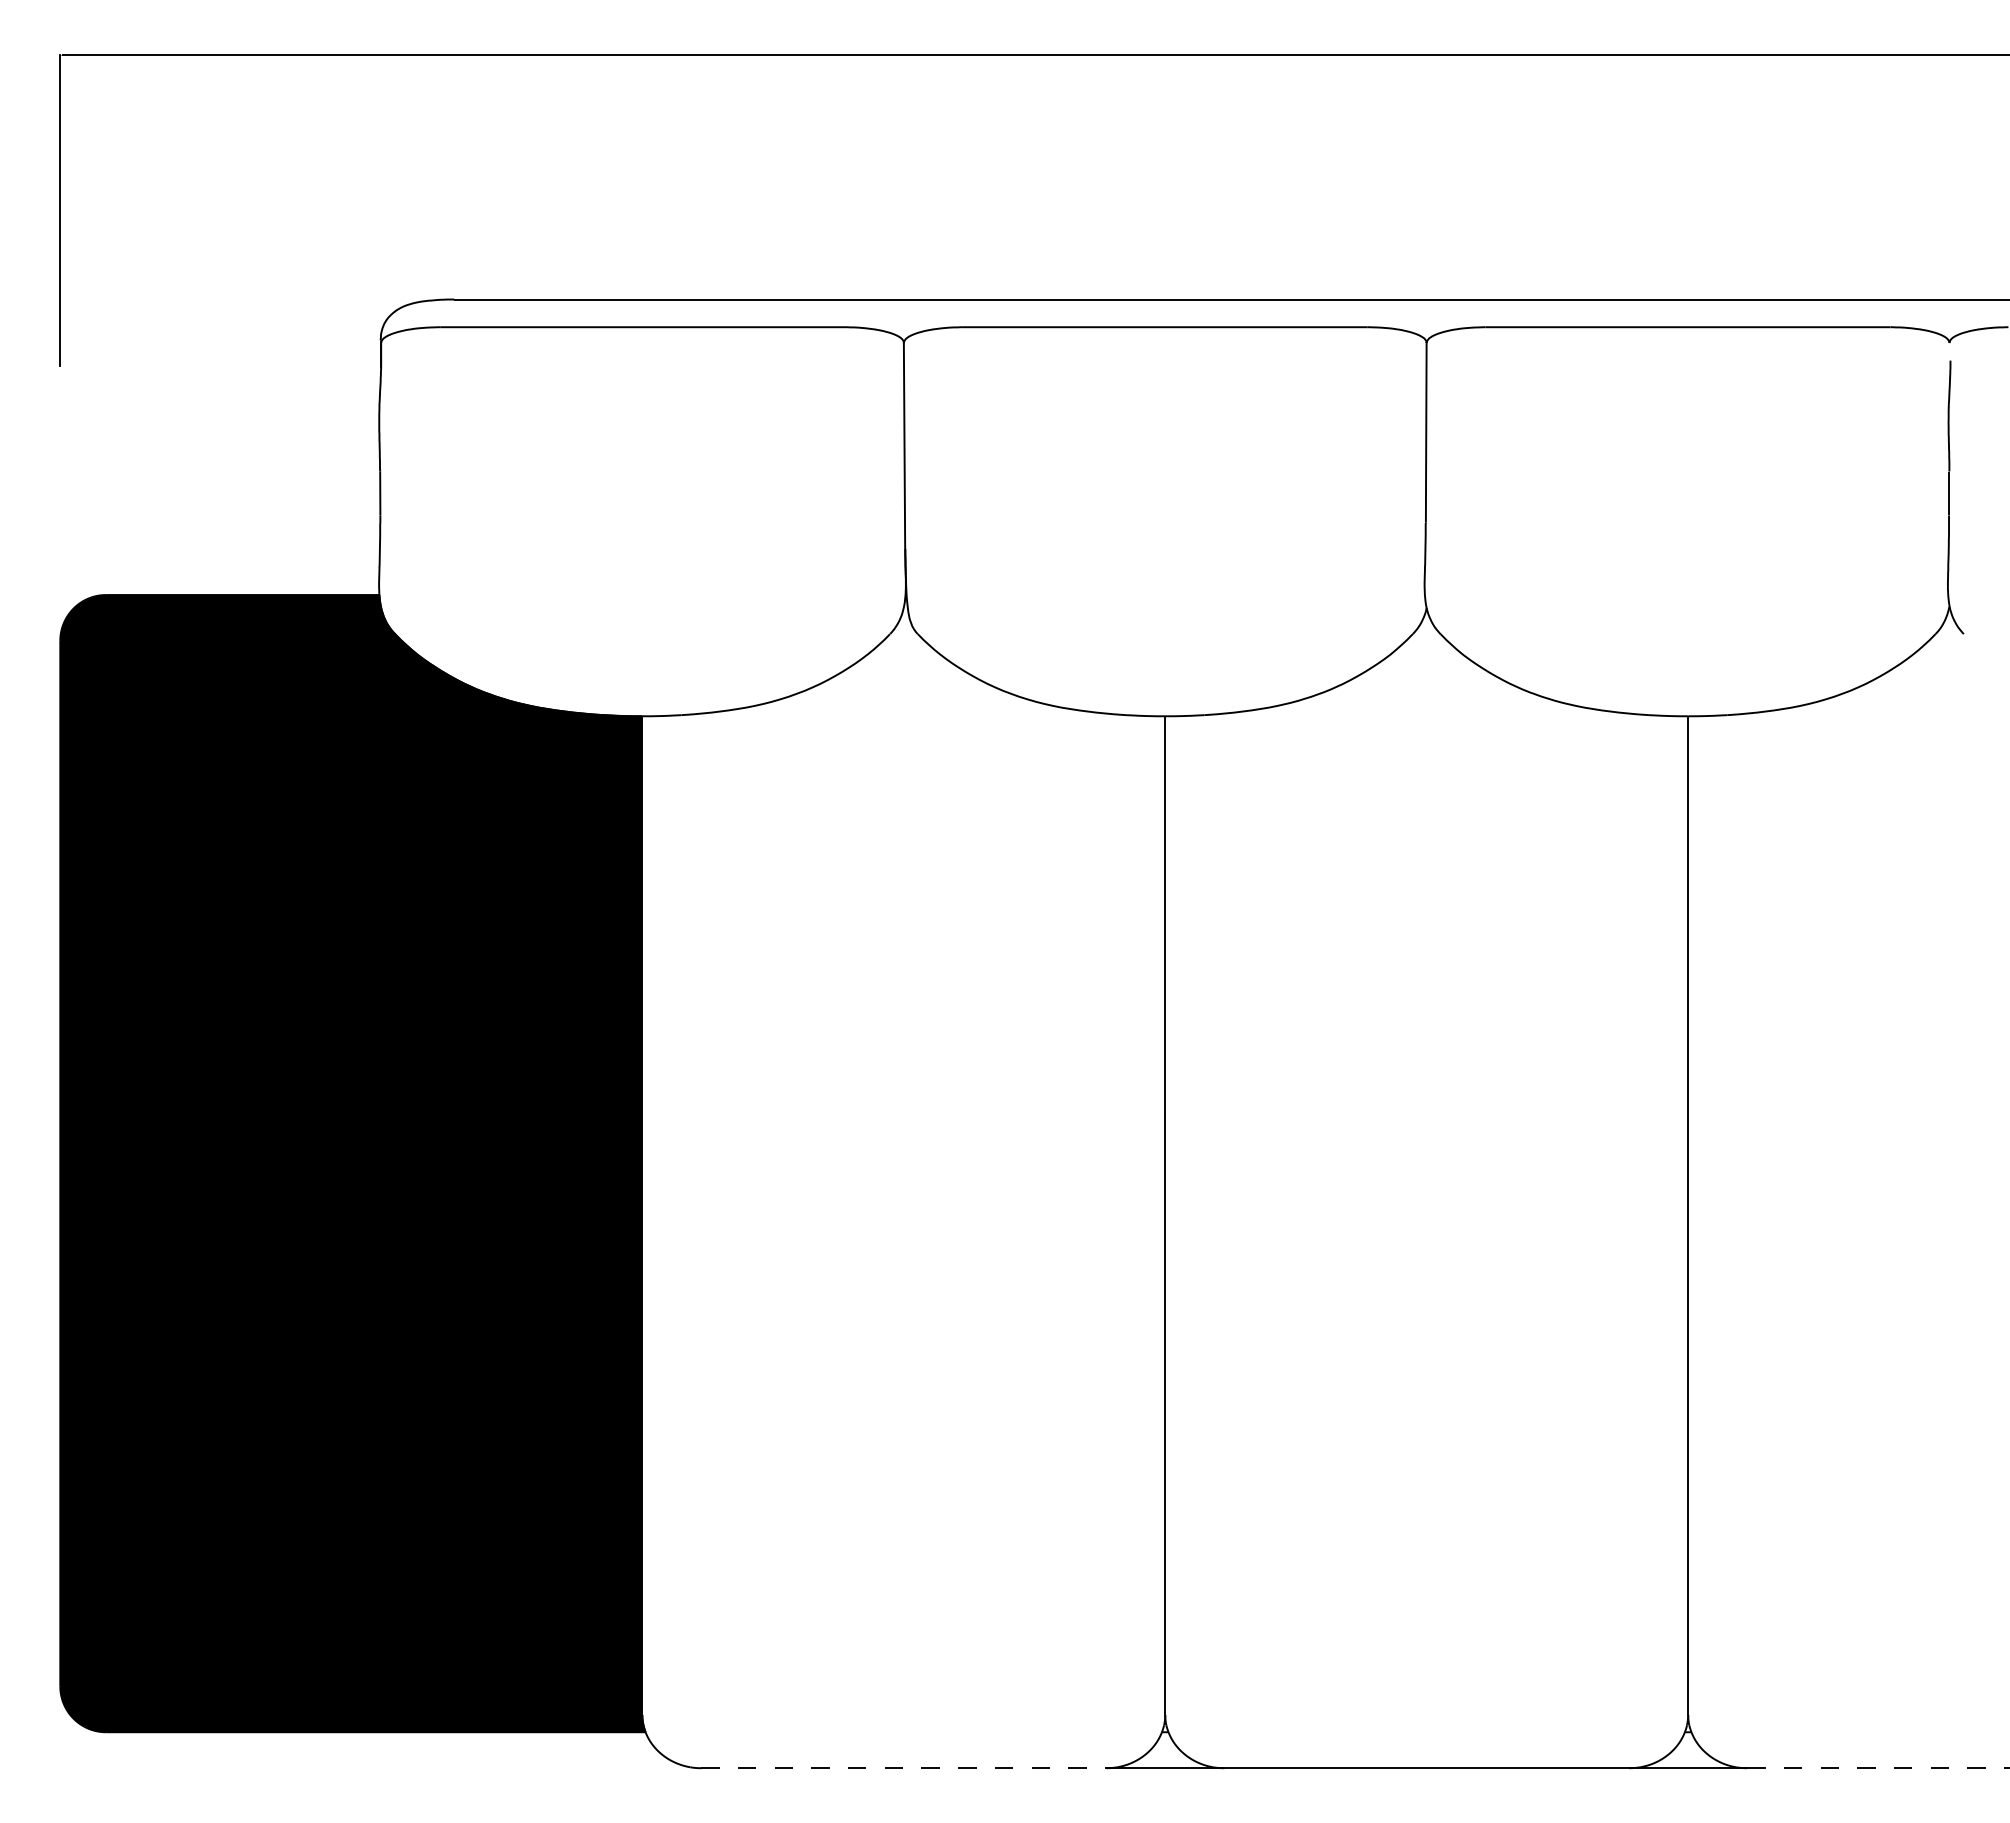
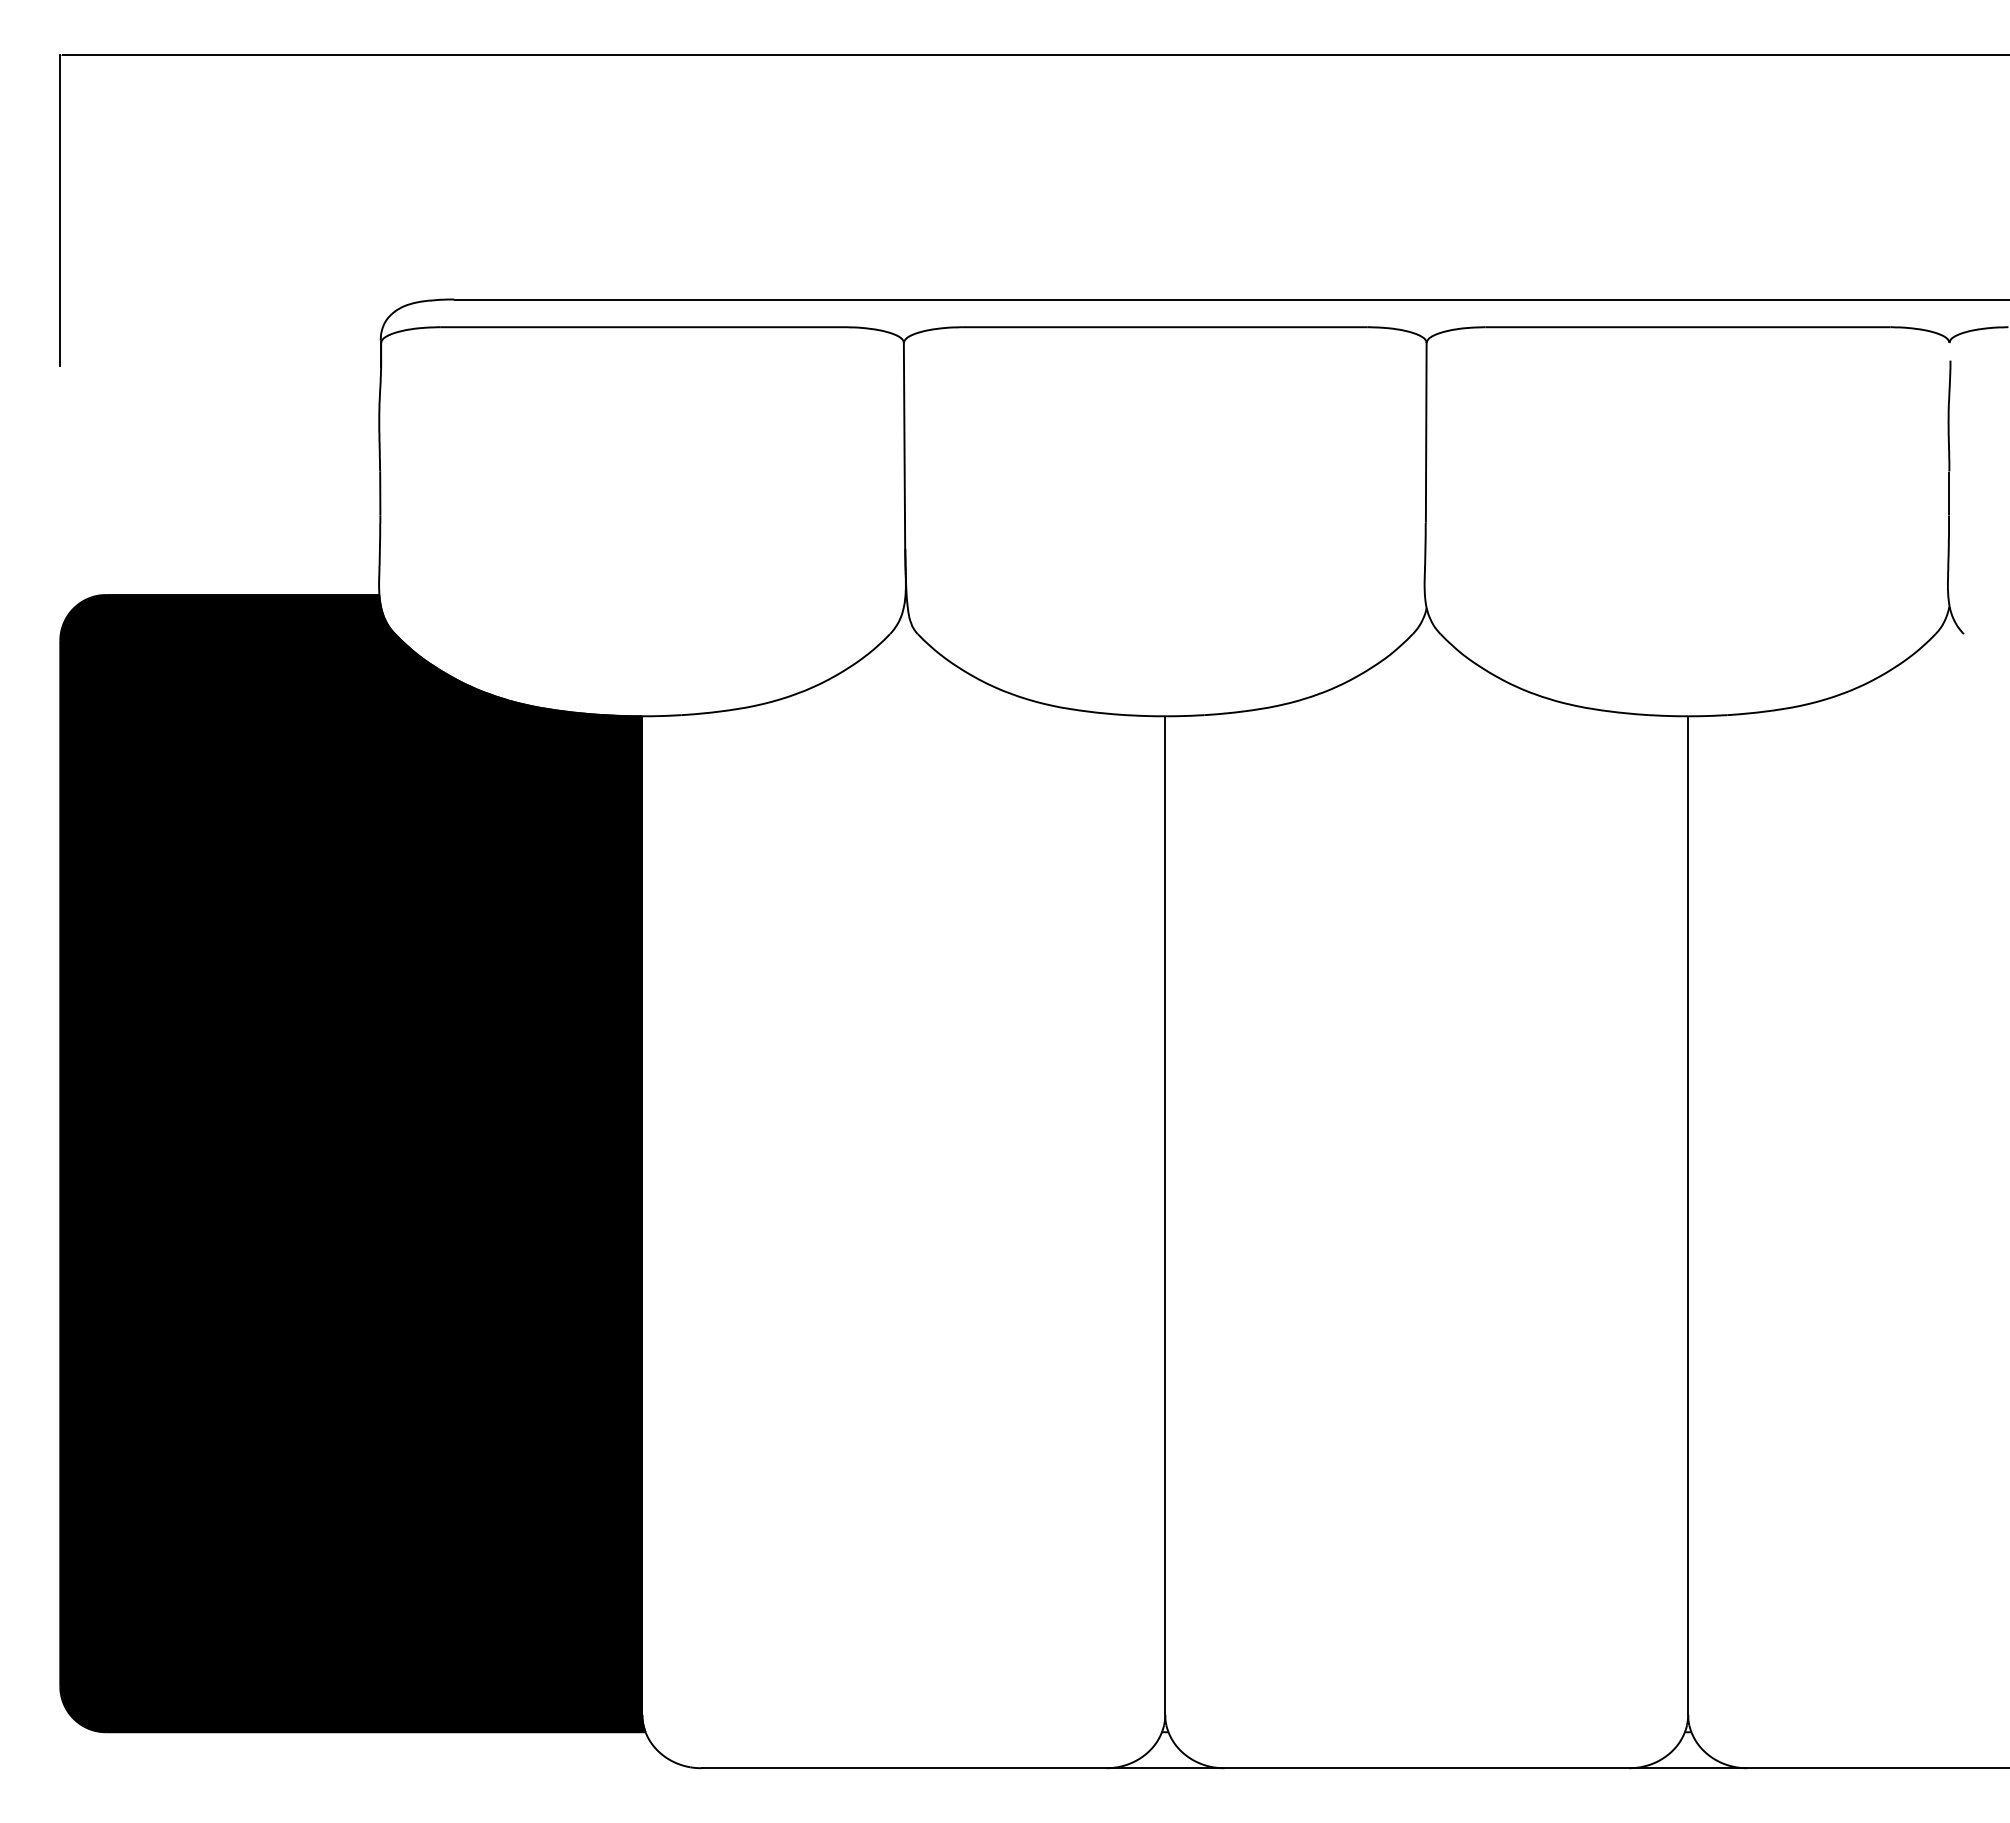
line at (904, 1768): dashed -> solid
line at (1878, 1768): dashed -> solid
